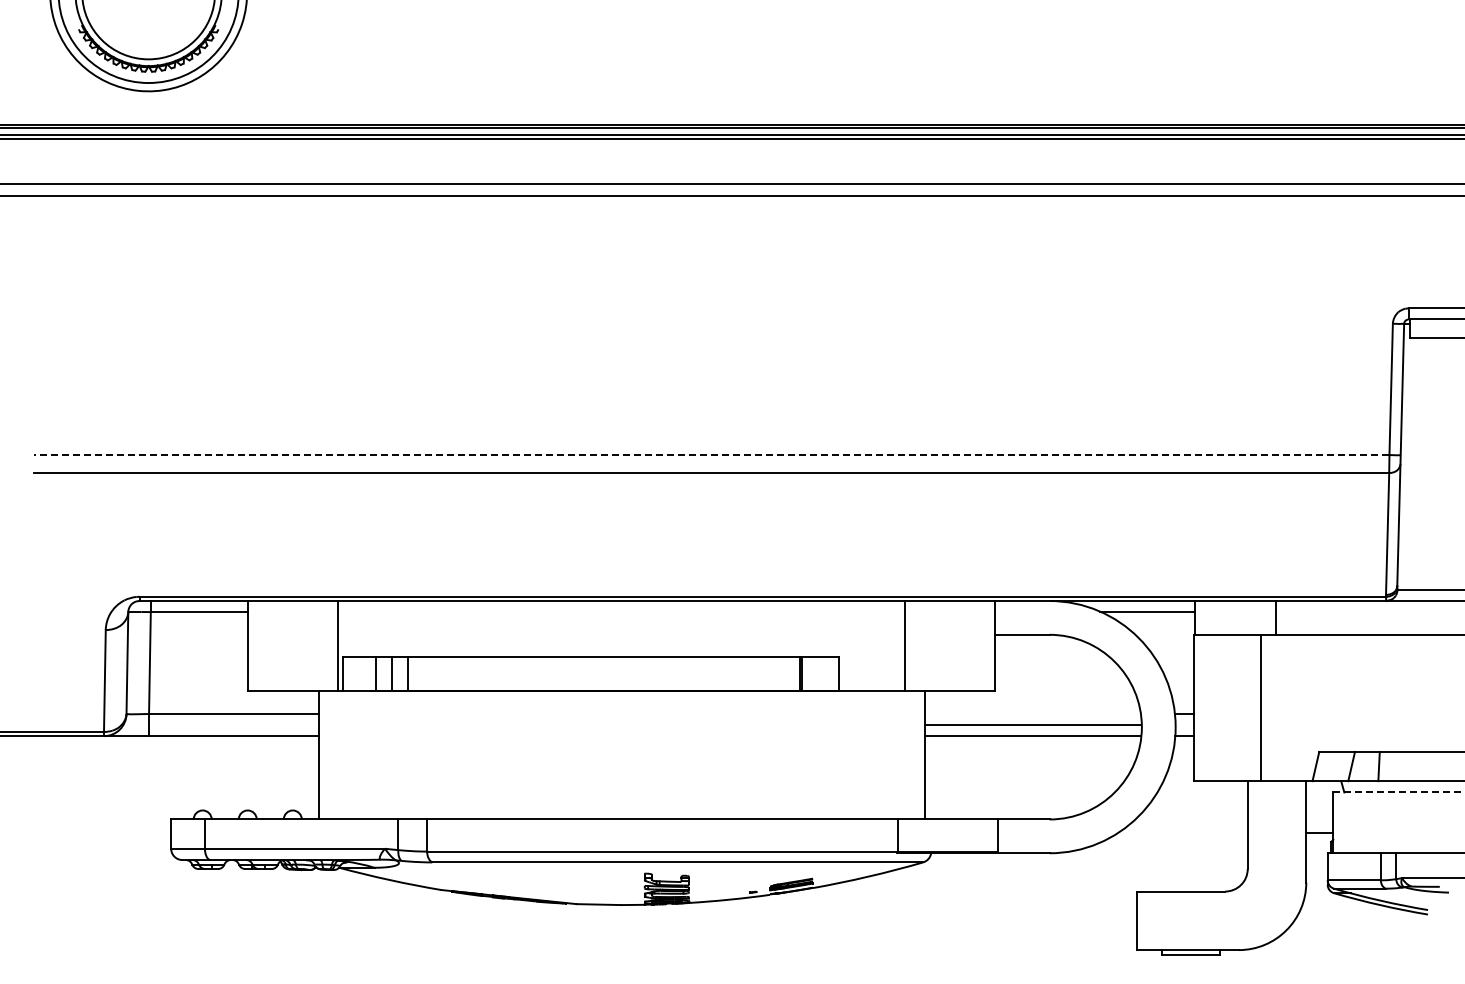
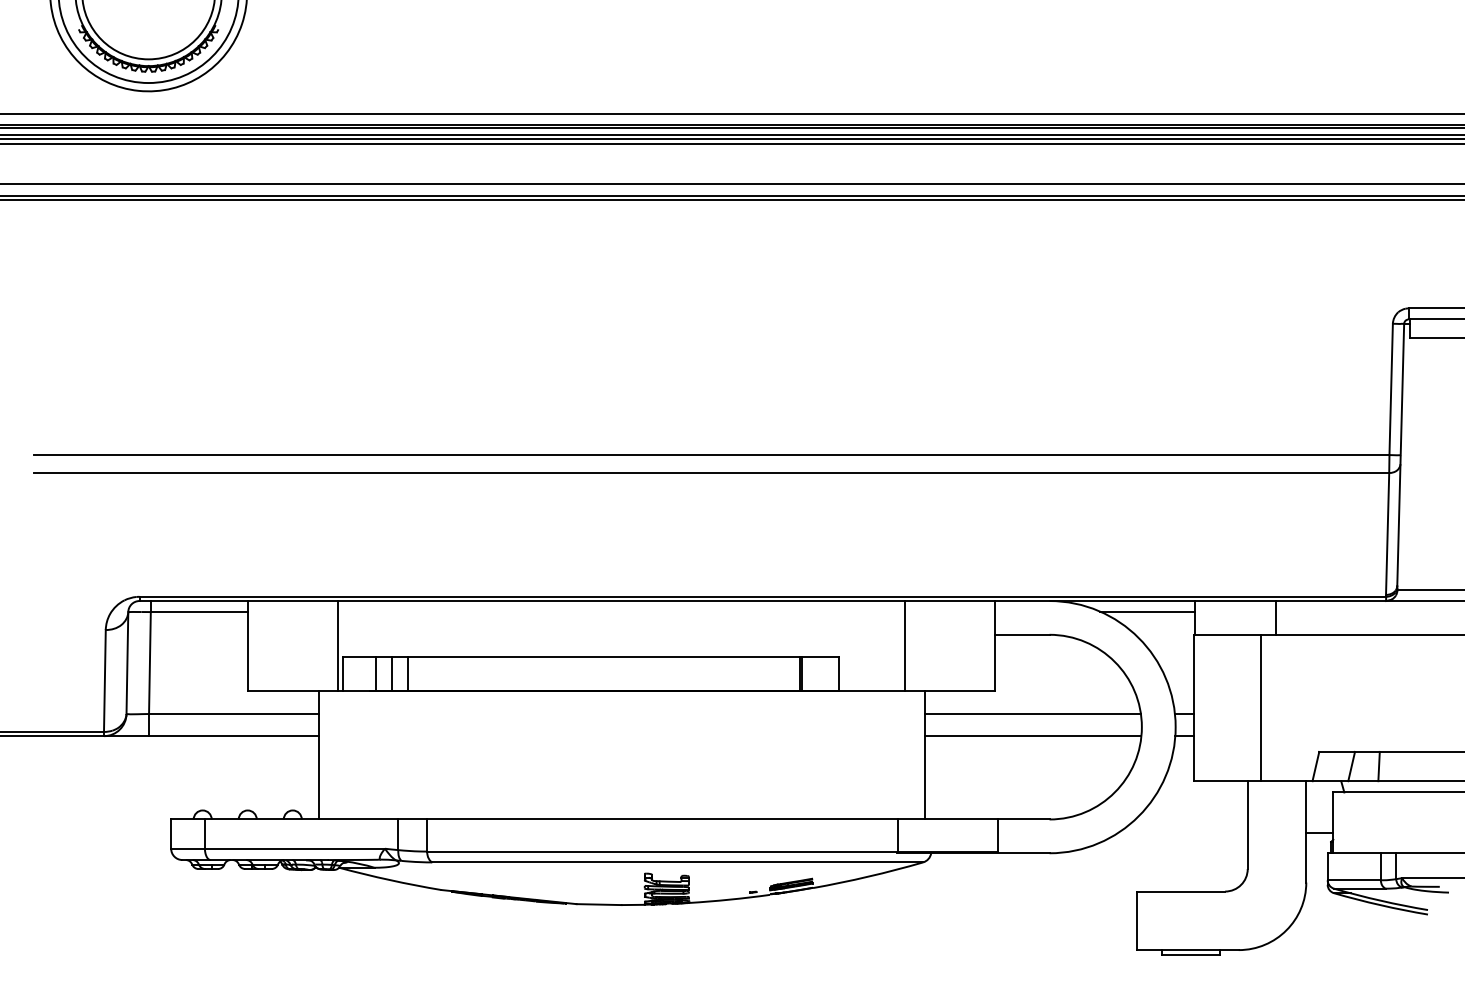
line at (731, 113): none -> present
line at (731, 143): none -> present
line at (731, 200): none -> present
line at (711, 455): dashed -> solid
line at (1032, 725) position: (1032, 725) -> (1032, 714)
line at (1398, 792): dashed -> solid
